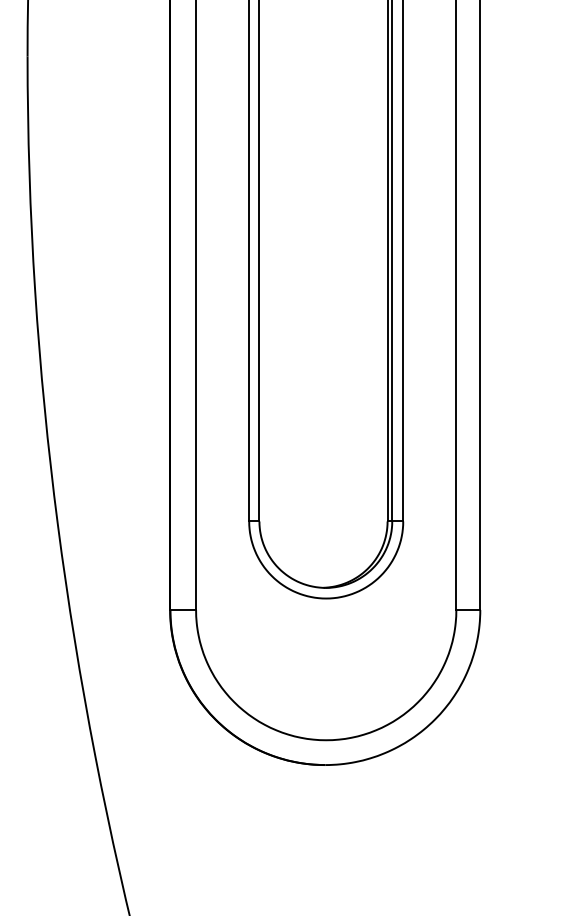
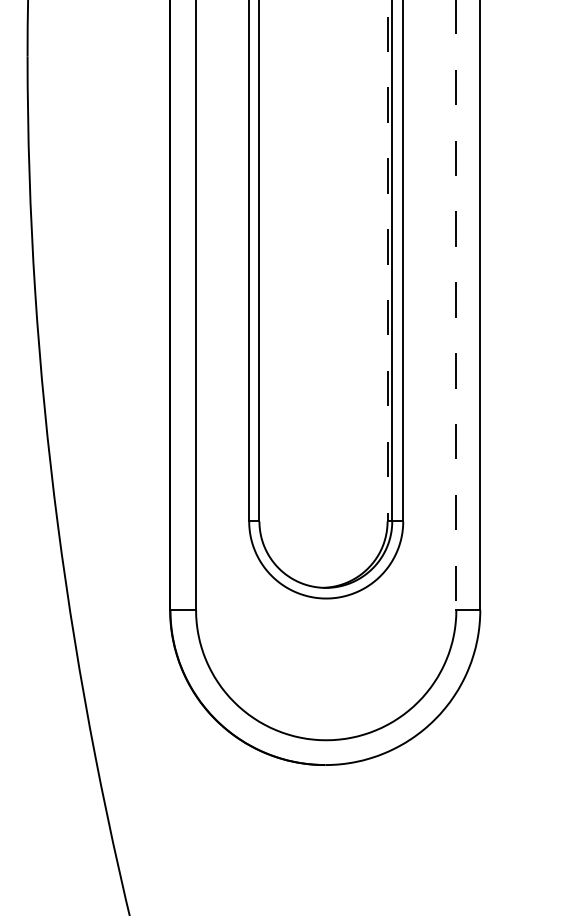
line at (387, 261): solid -> dashed
line at (456, 305): solid -> dashed
